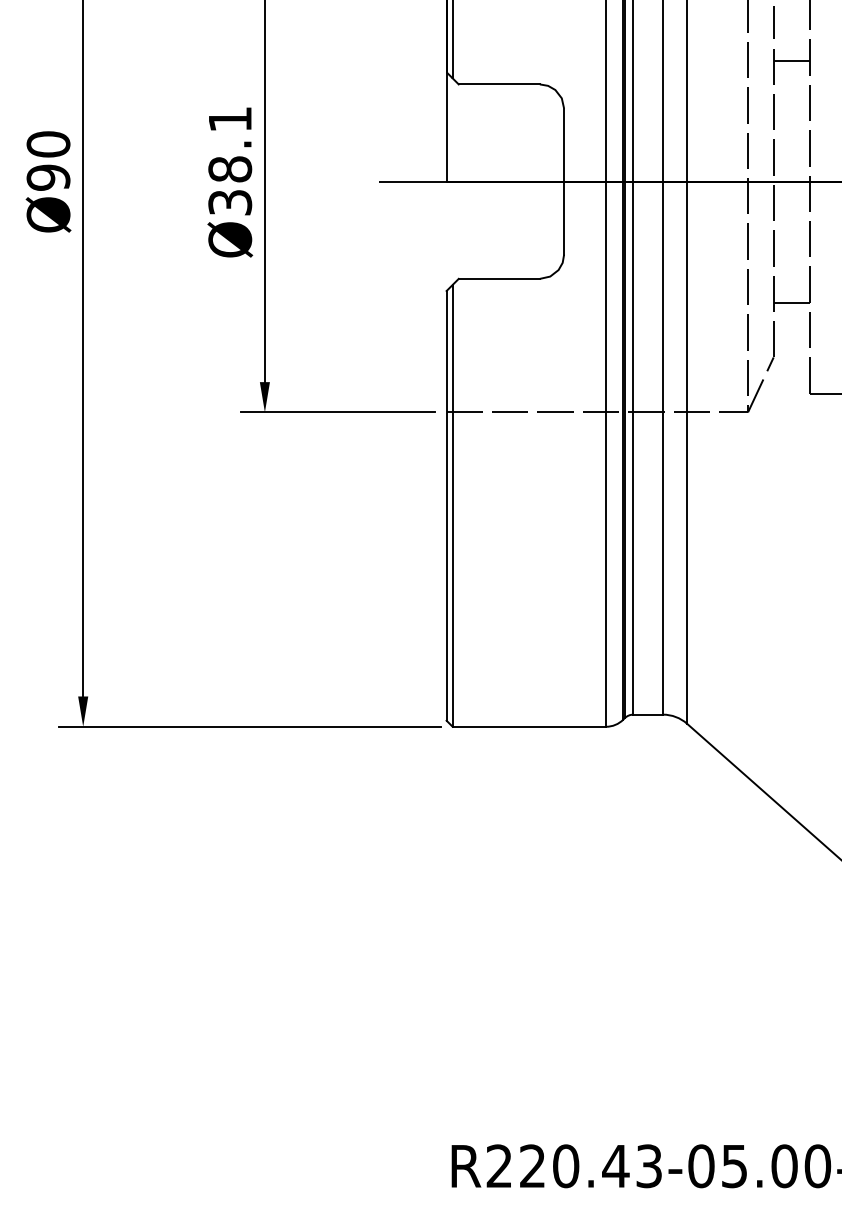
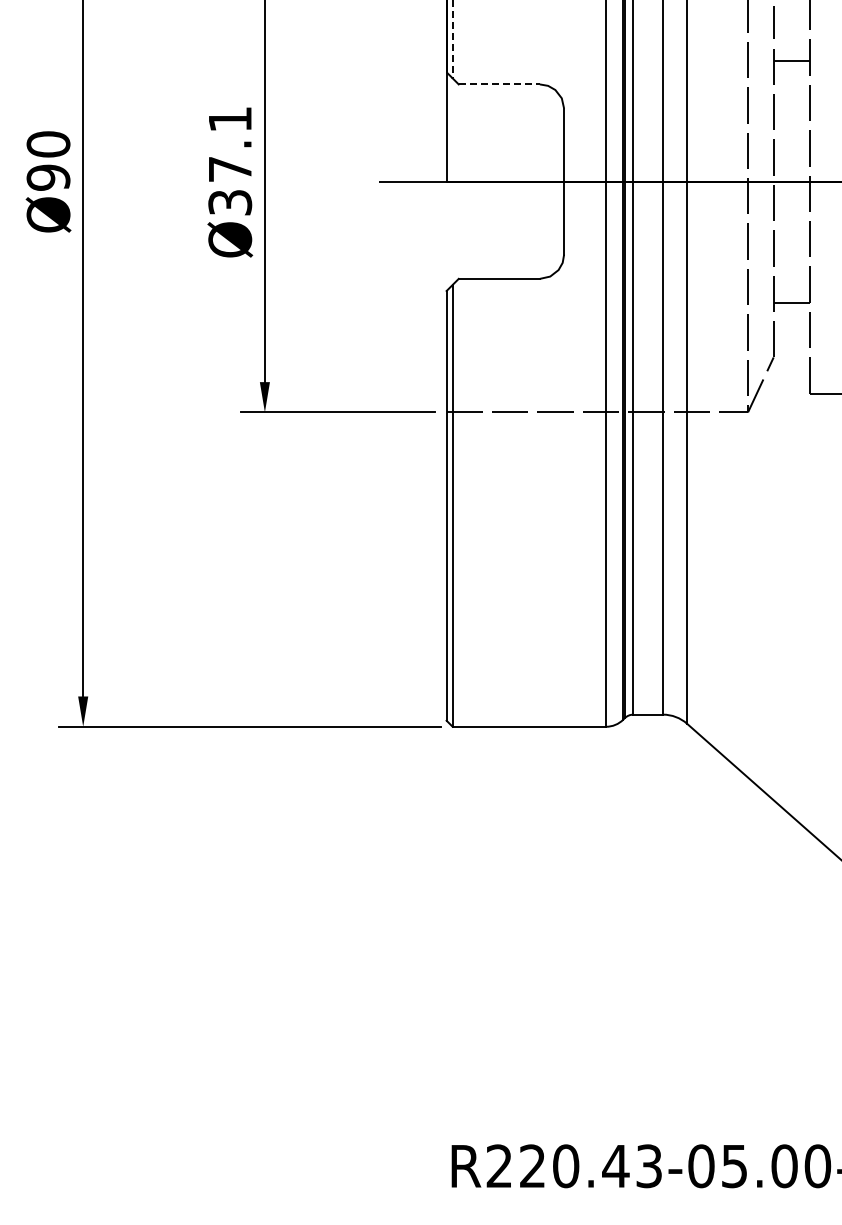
line at (452, 39): solid -> dashed
line at (499, 84): solid -> dashed
text at (230, 169): Ø38.1 -> Ø37.1
